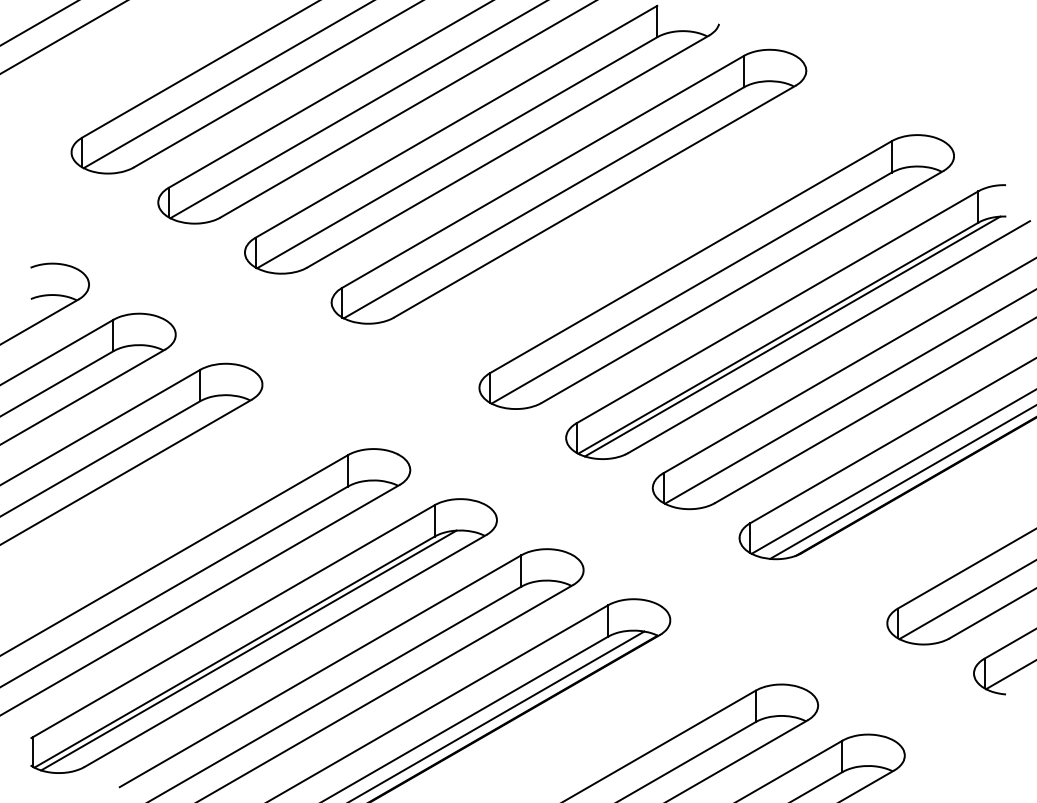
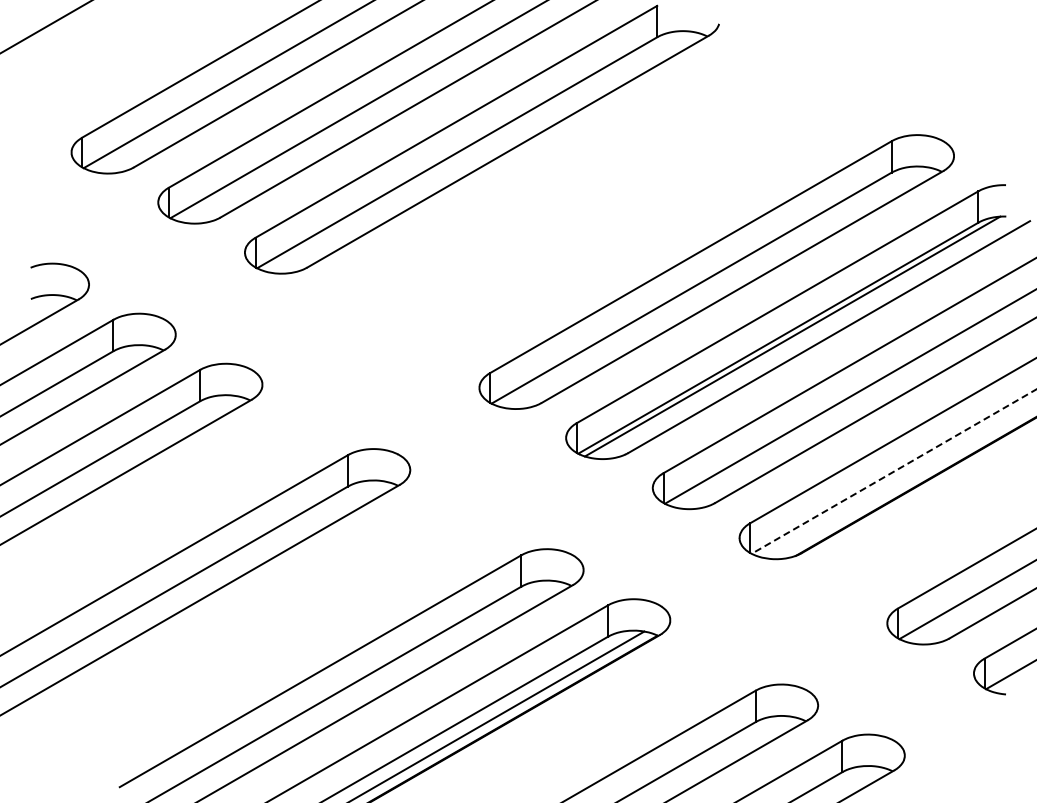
line at (38, 23) position: (38, 23) -> (45, 27)
line at (63, 37): present -> none
part at (568, 186): present -> none
line at (894, 471): solid -> dashed
line at (901, 482): present -> none
part at (263, 635): present -> none
